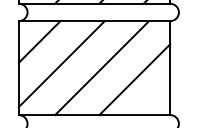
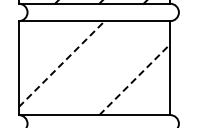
line at (39, 41): present -> none
line at (61, 64): solid -> dashed
line at (102, 68): present -> none
line at (135, 79): solid -> dashed
